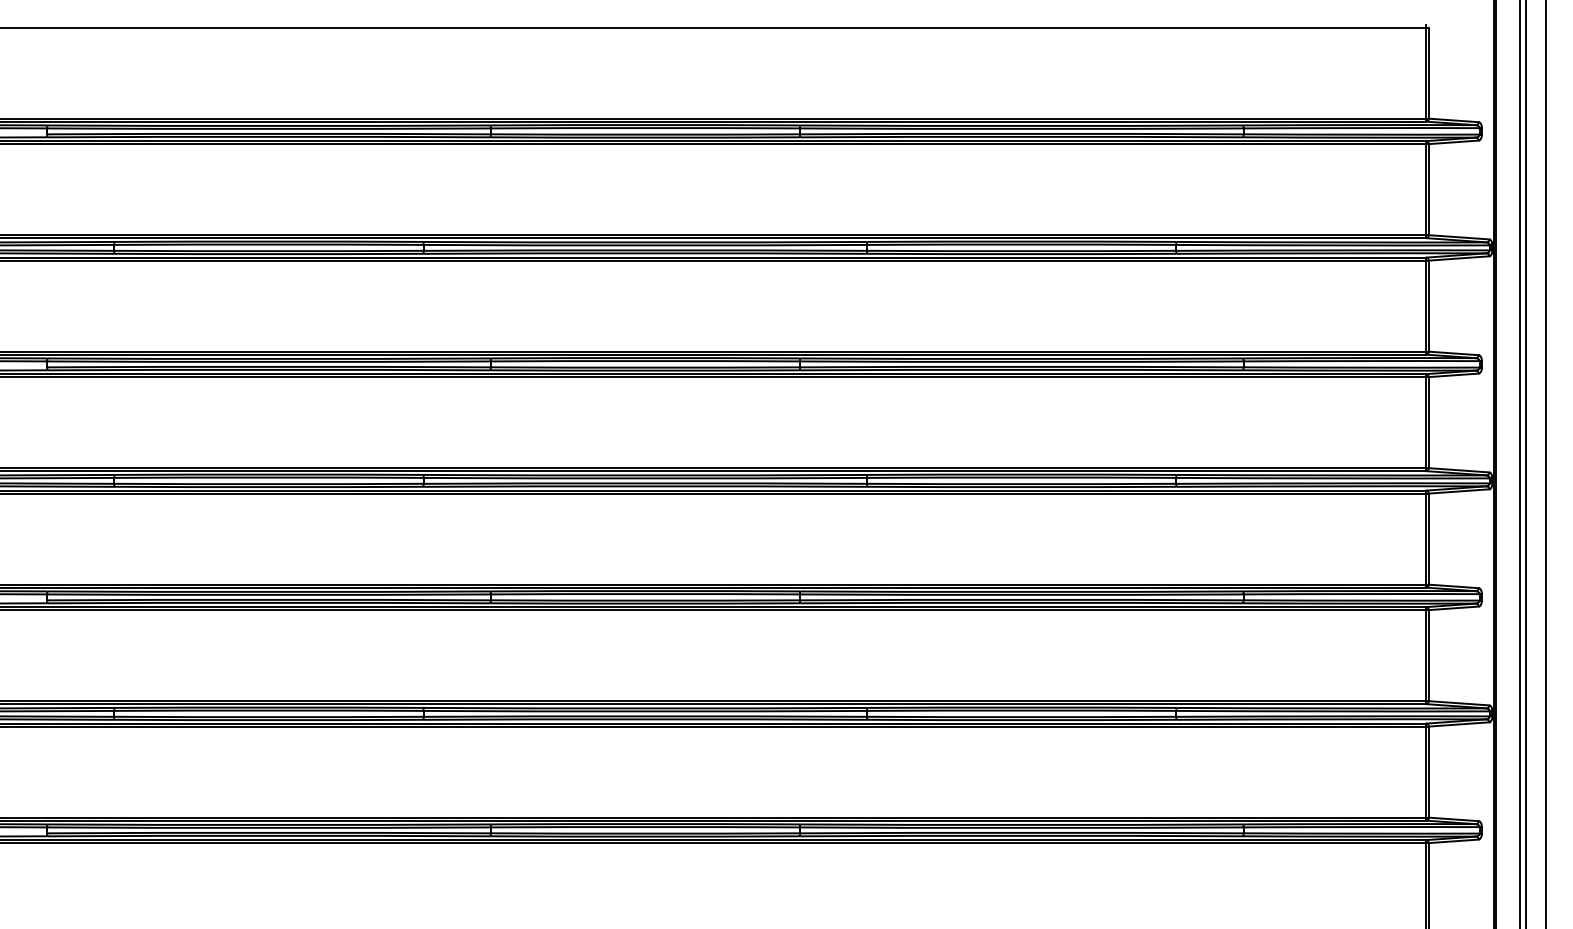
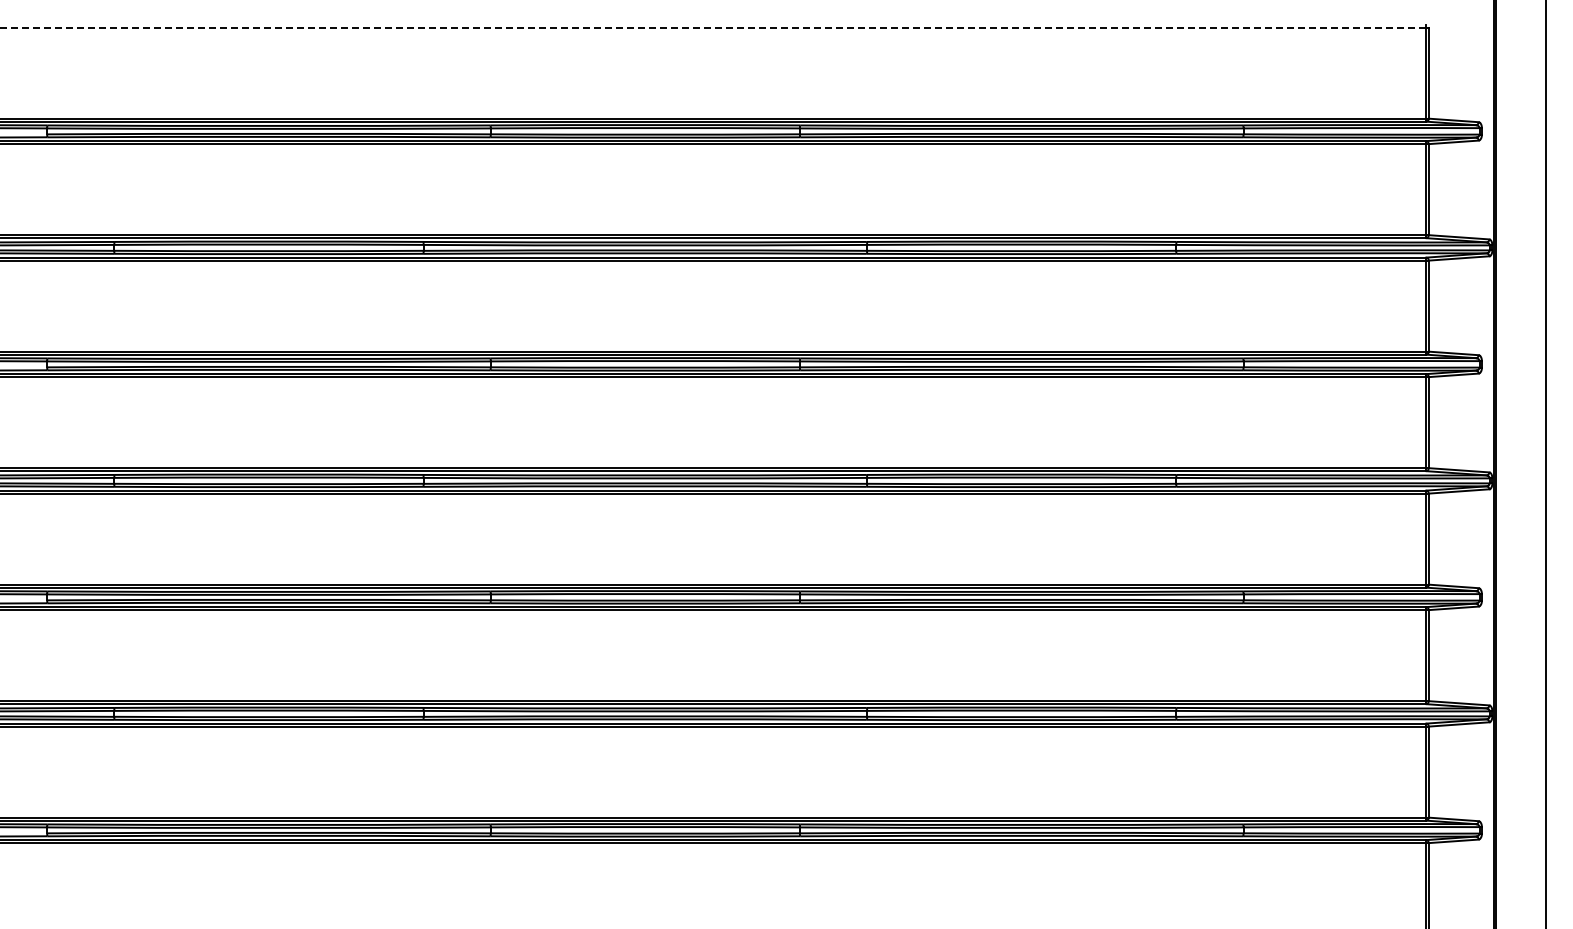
line at (713, 27): solid -> dashed
line at (1519, 463): present -> none
line at (1525, 463): present -> none
